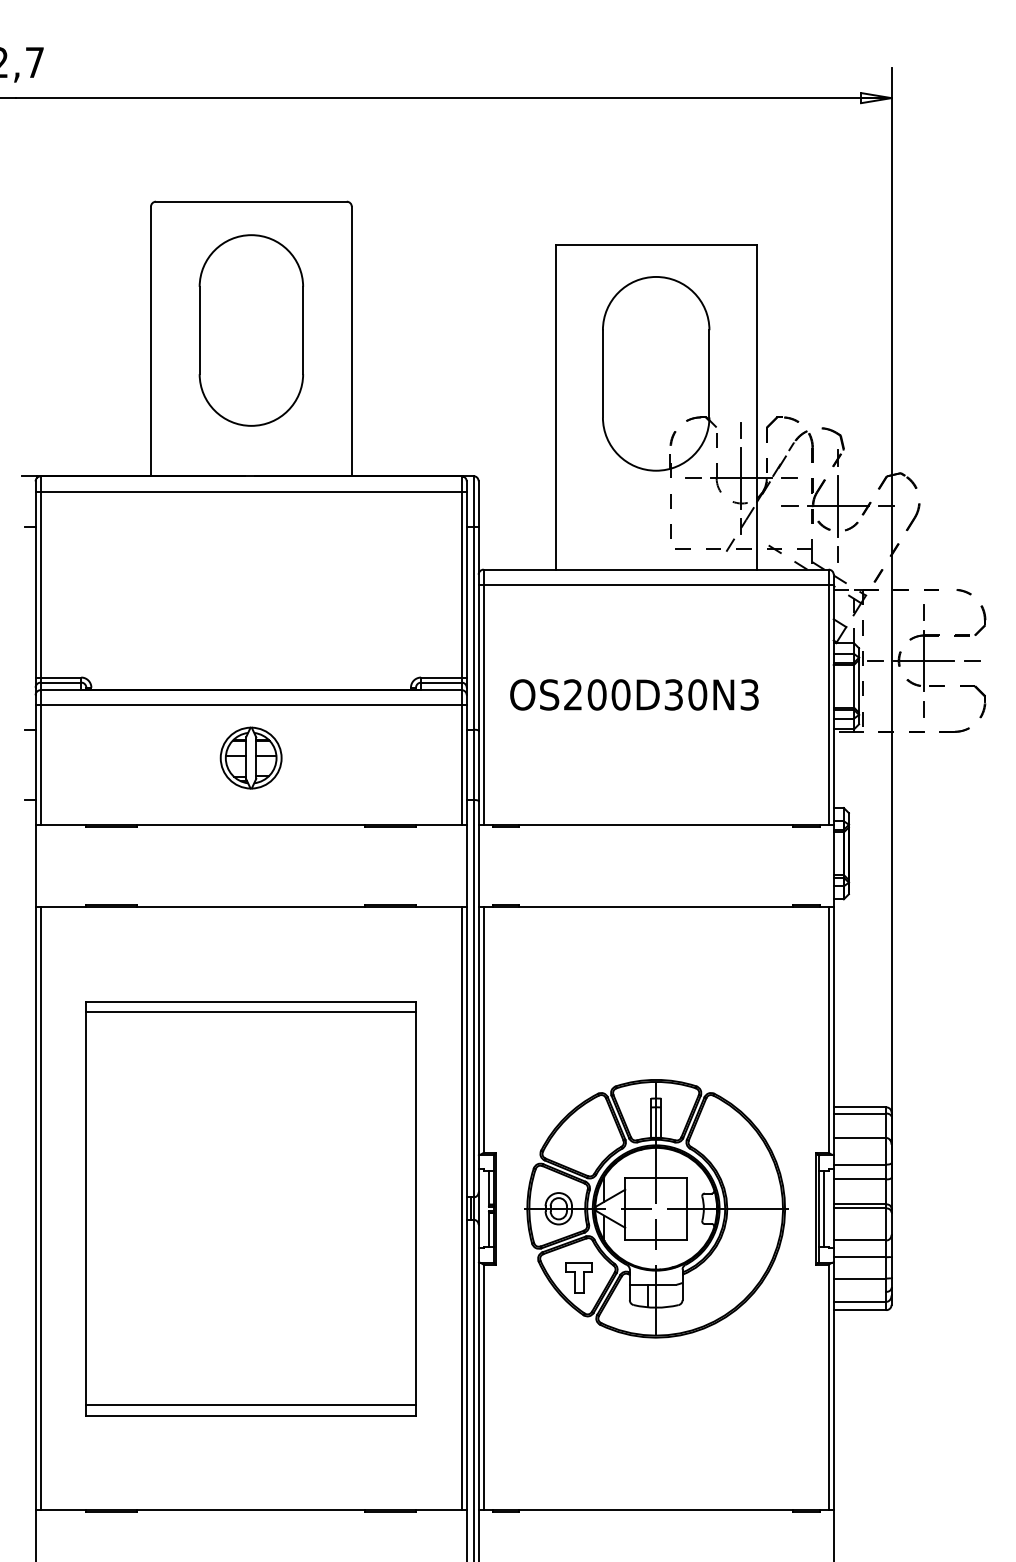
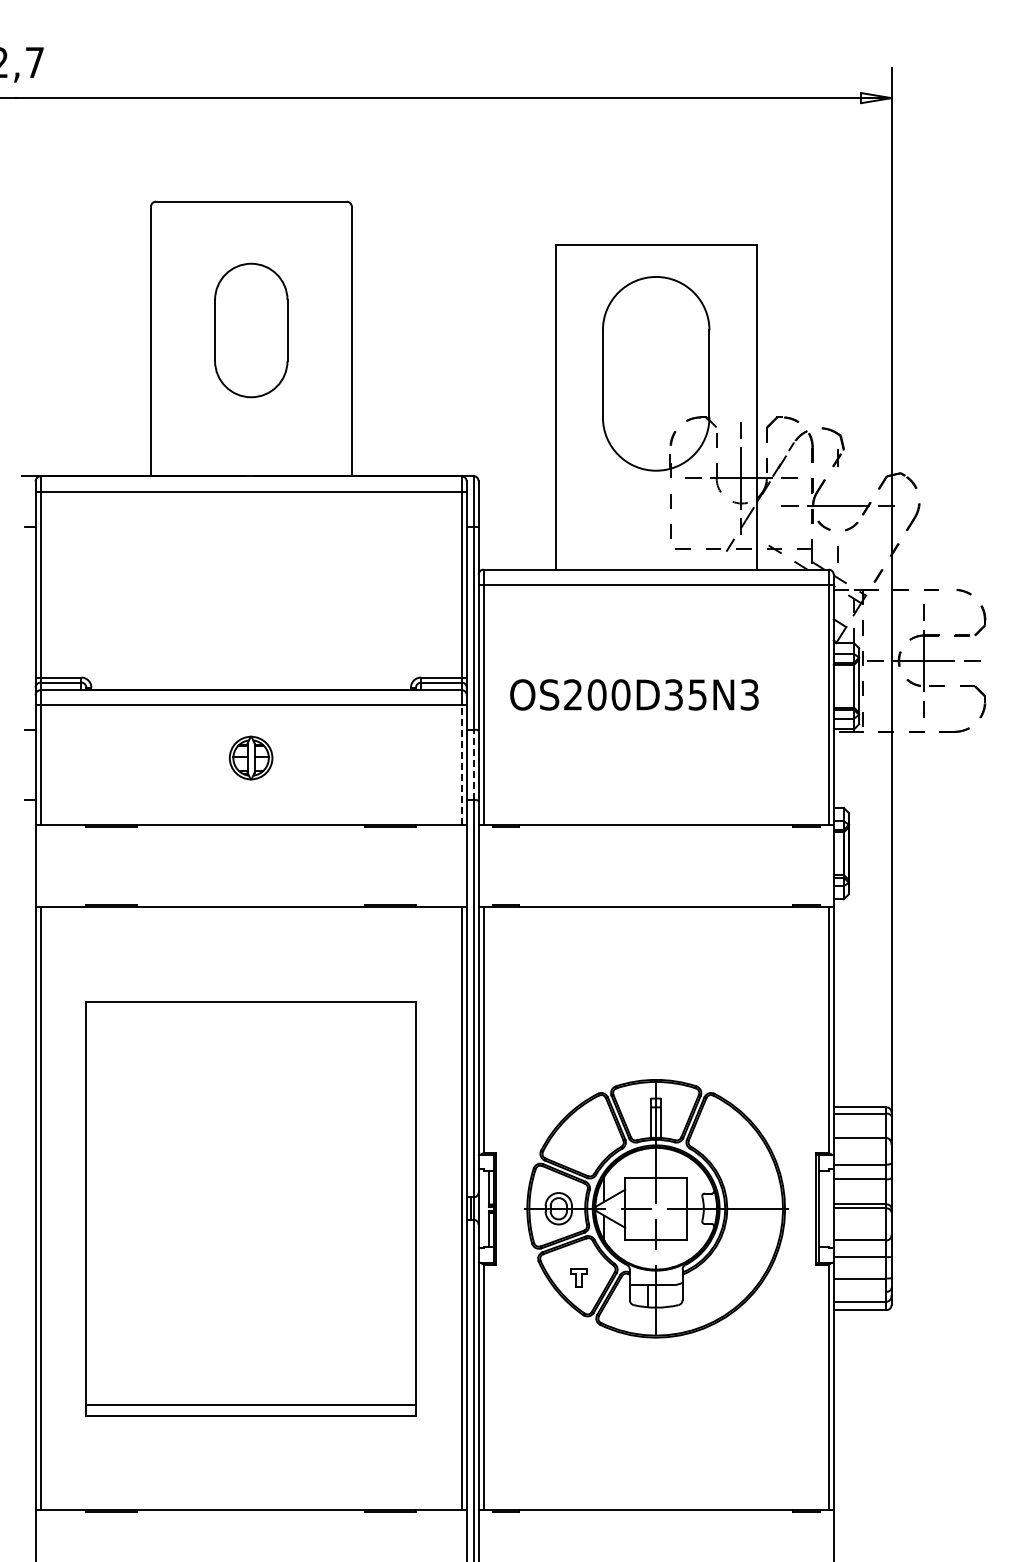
part at (250, 330) size: 106x193 px -> 75x137 px
line at (838, 505): present -> none
text at (697, 694): OS200D30N3 -> OS200D35N3
part at (250, 757) size: 64x64 px -> 45x46 px
line at (473, 764): solid -> dashed
line at (461, 765): solid -> dashed
line at (251, 1011): present -> none
line at (823, 1208): present -> none
part at (578, 1277) size: 28x32 px -> 18x20 px
